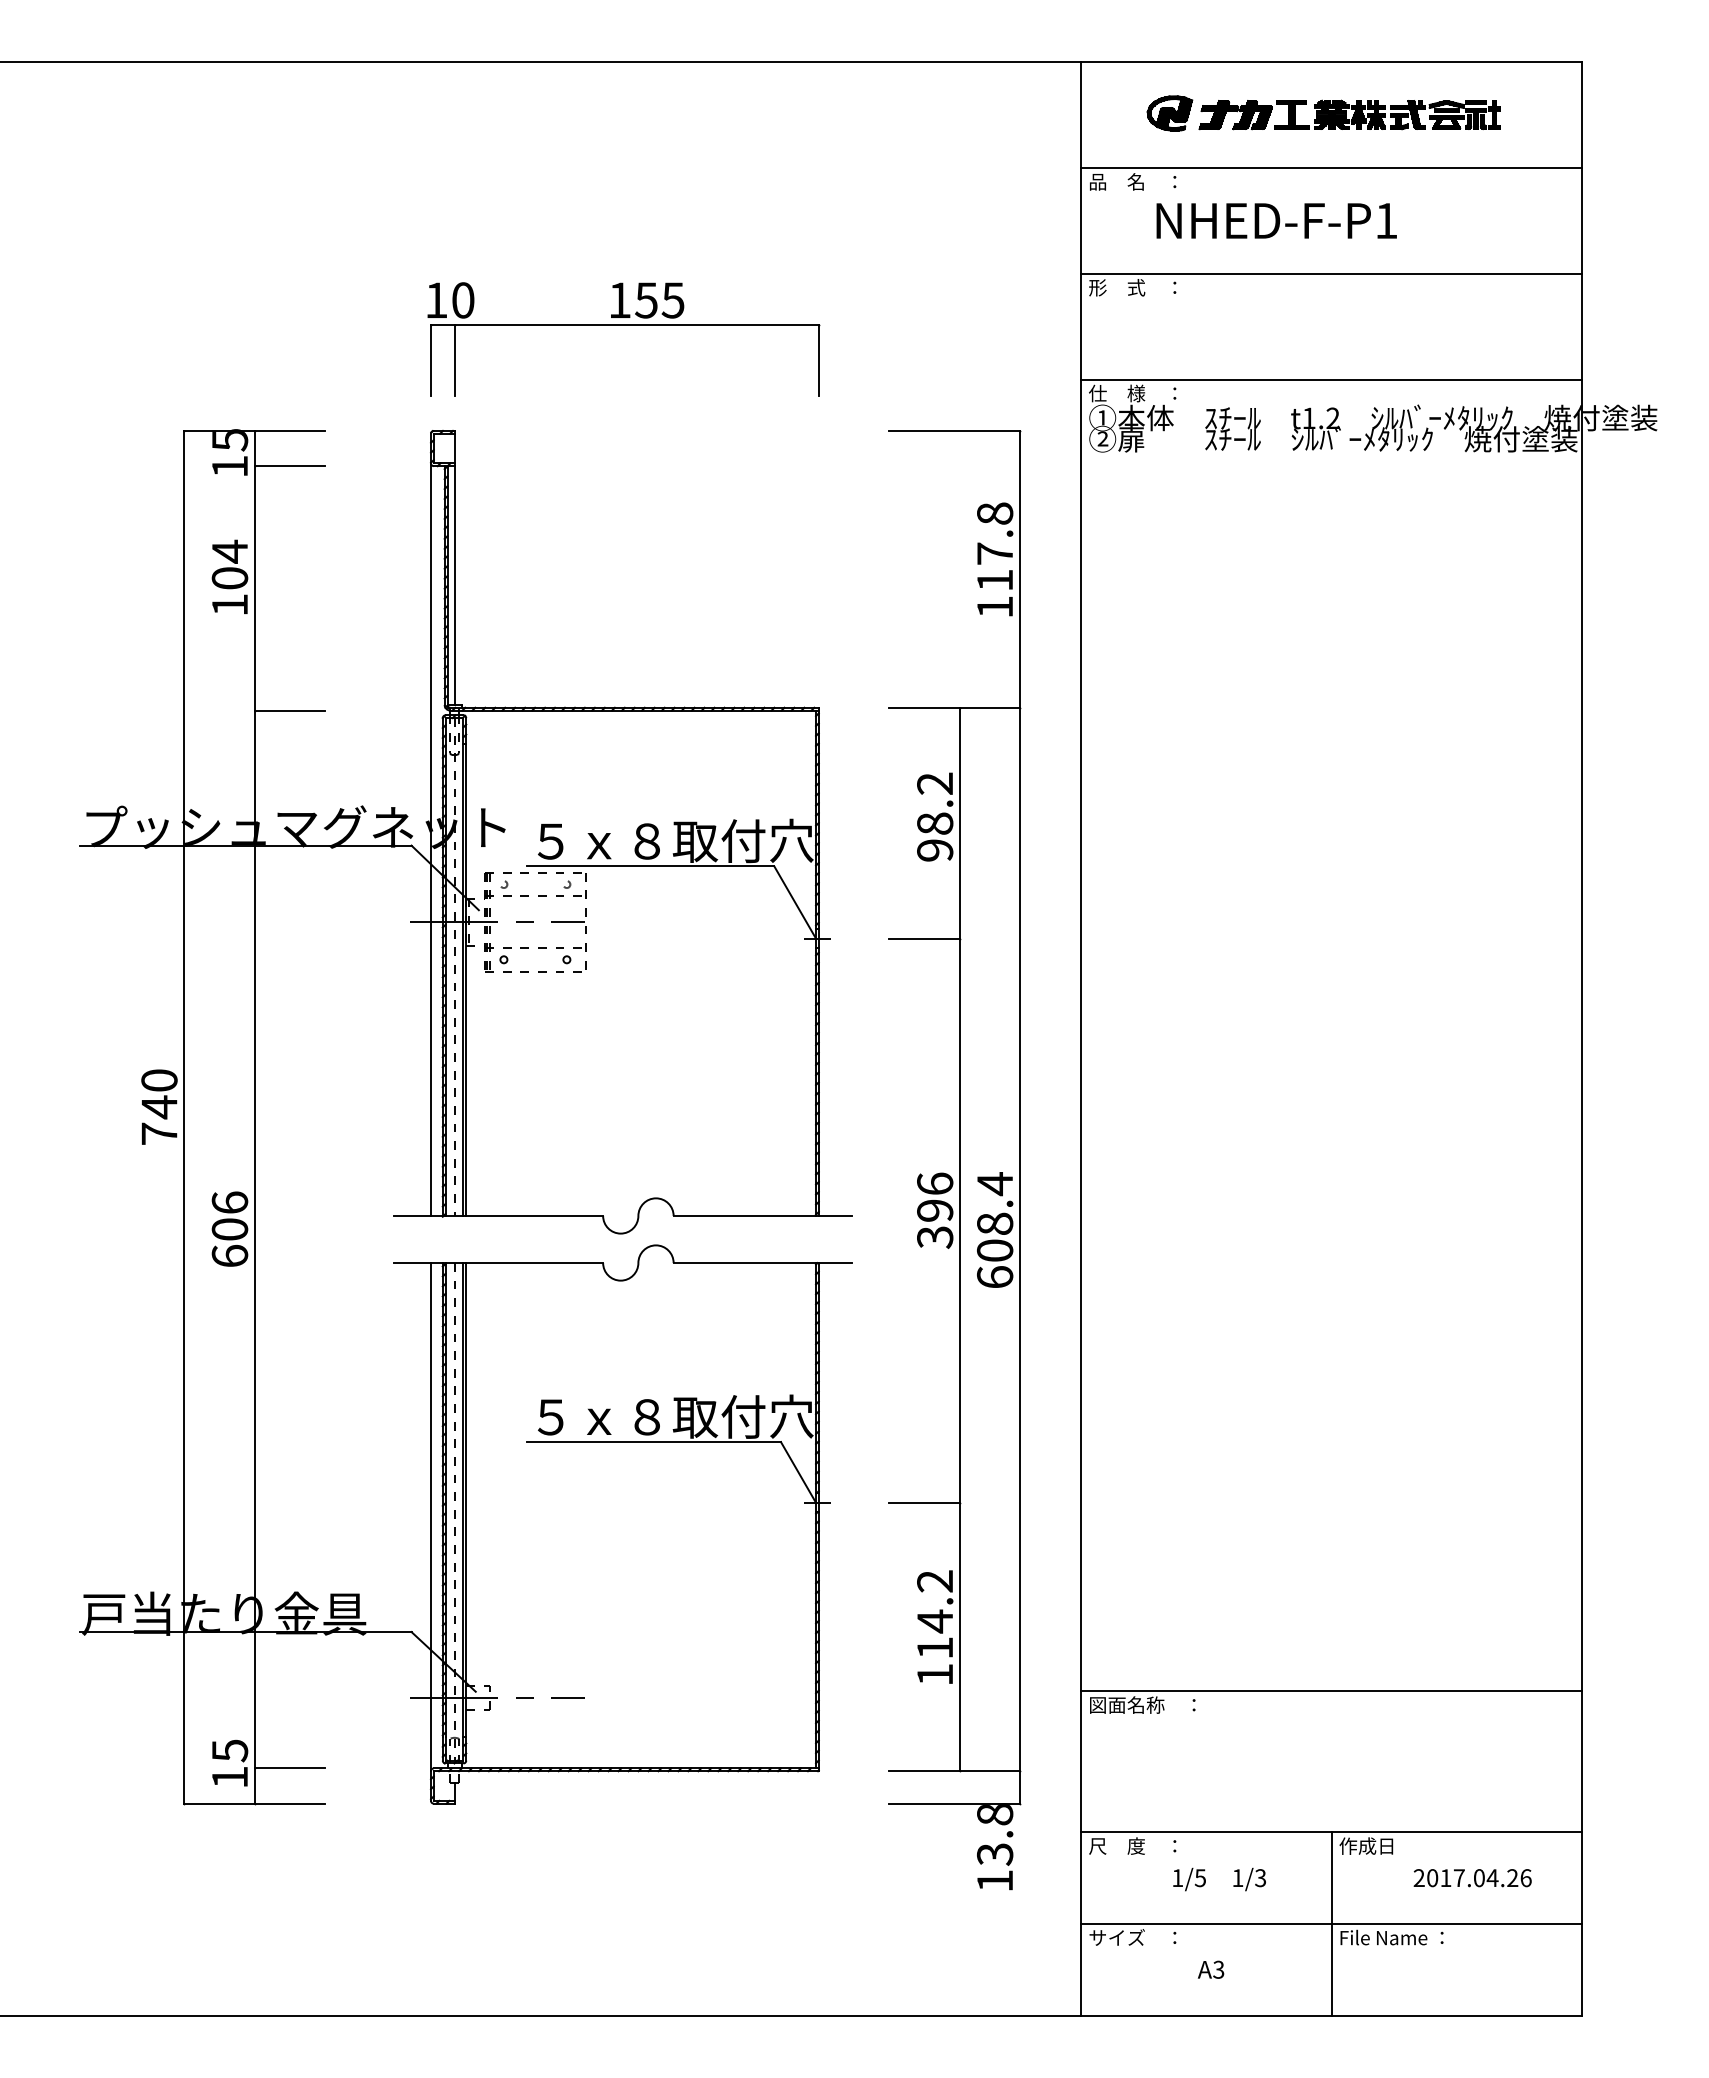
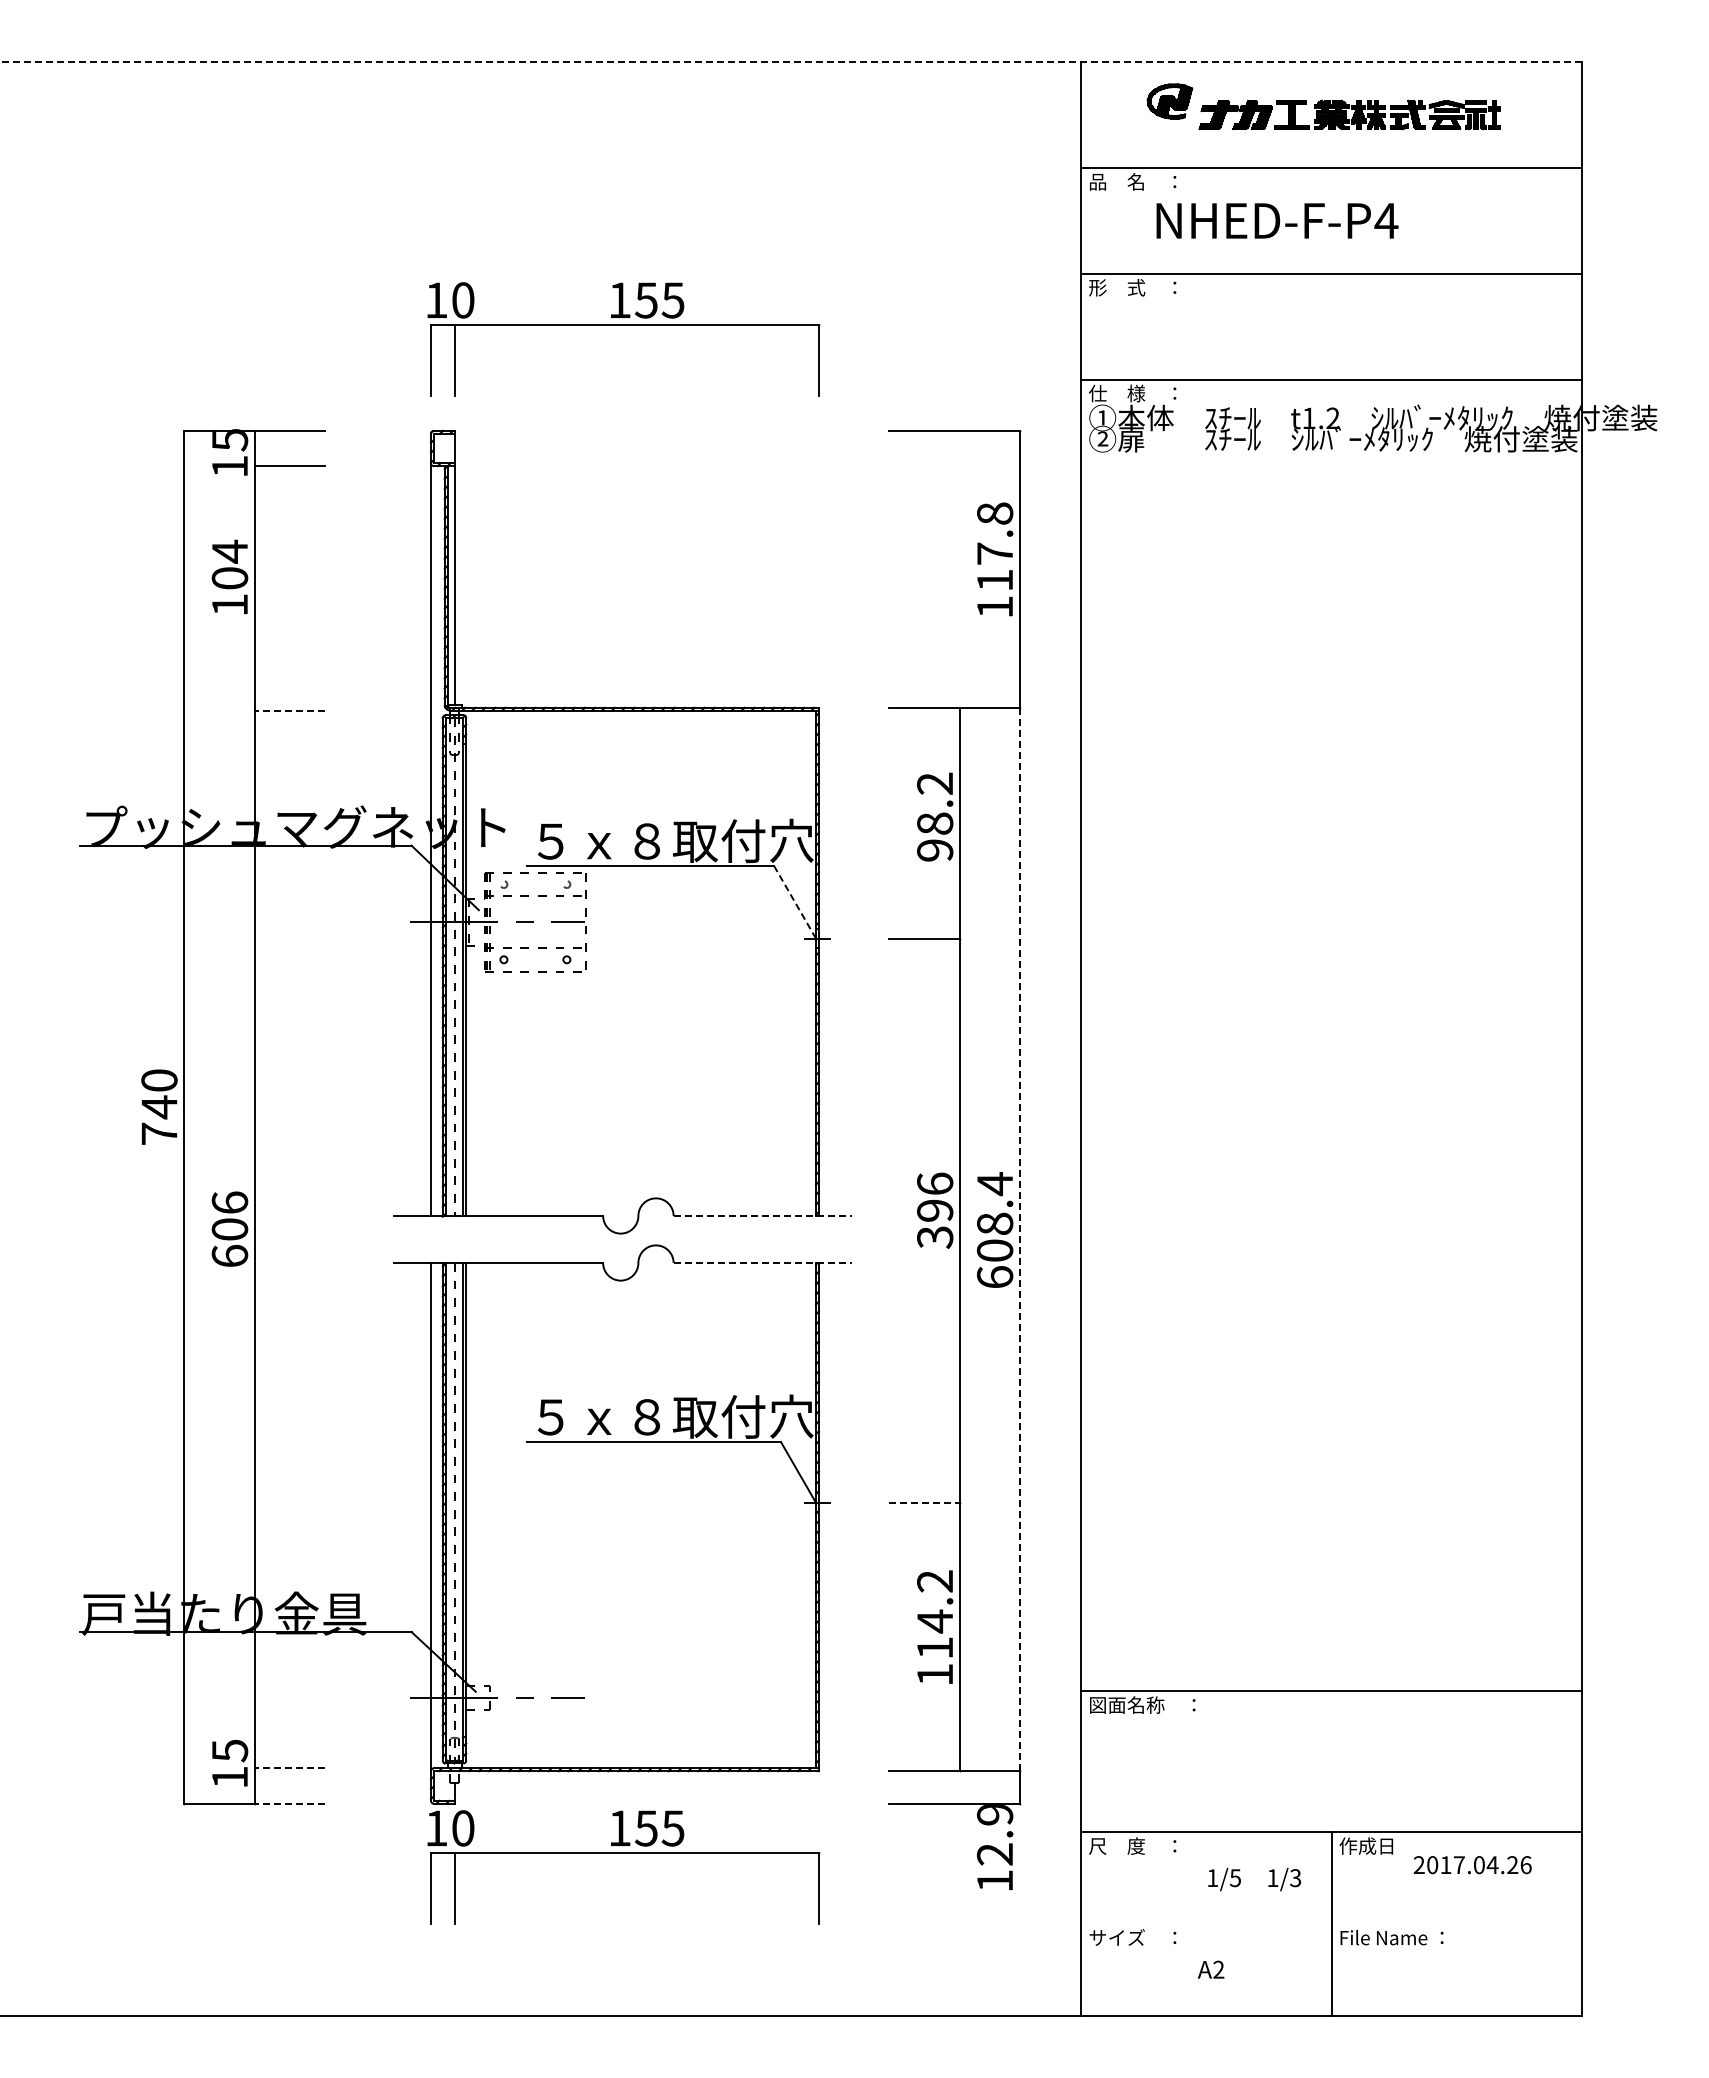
line at (791, 62): solid -> dashed
part at (1169, 113) position: (1169, 113) -> (1169, 101)
text at (1386, 220): NHED-F-P1 -> NHED-F-P4
line at (289, 710): solid -> dashed
line at (795, 902): solid -> dashed
line at (763, 1215): solid -> dashed
line at (1019, 1239): solid -> dashed
line at (763, 1263): solid -> dashed
line at (925, 1502): solid -> dashed
line at (289, 1768): solid -> dashed
line at (289, 1803): solid -> dashed
text at (995, 1835): 13.8 -> 12.9
part at (623, 1853): none -> present
text at (1472, 1878) position: (1472, 1878) -> (1472, 1865)
text at (1219, 1879) position: (1219, 1879) -> (1254, 1879)
line at (1331, 1923): present -> none
text at (1218, 1969): A3 -> A2
